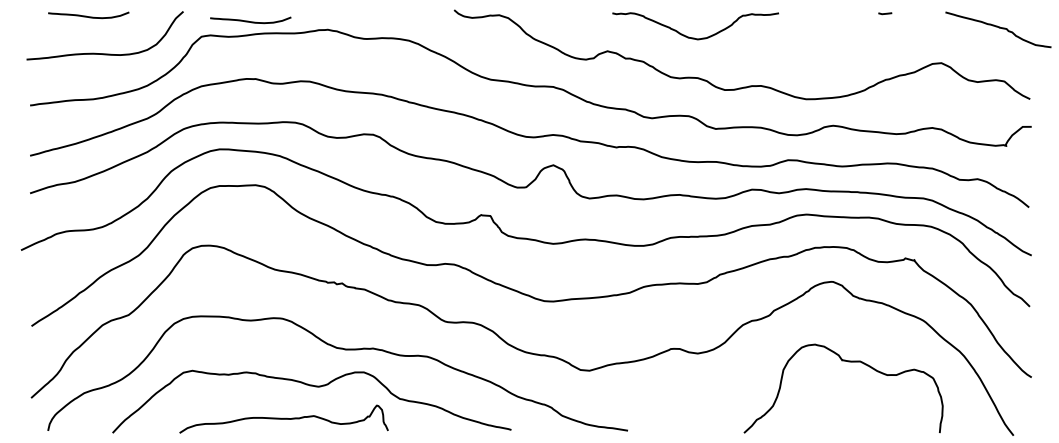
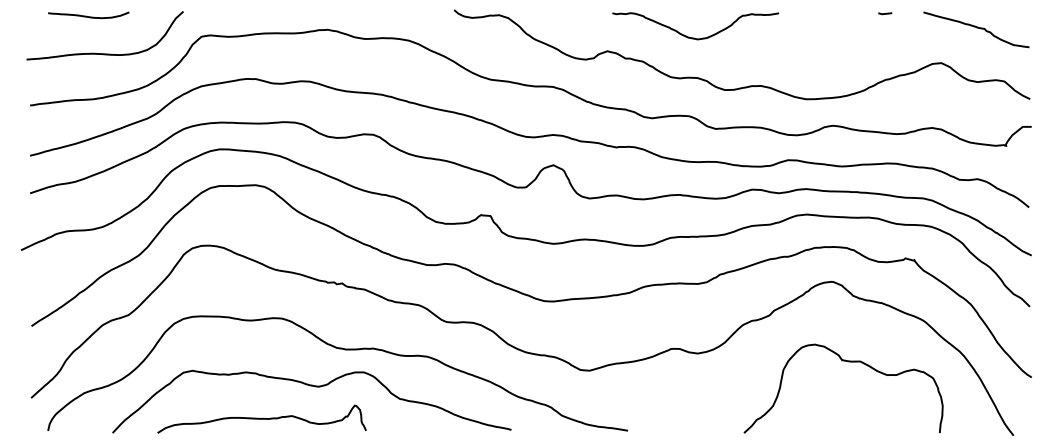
curve at (250, 21): present -> none
curve at (998, 28) position: (998, 28) -> (976, 28)
curve at (283, 418) position: (283, 418) -> (261, 418)
